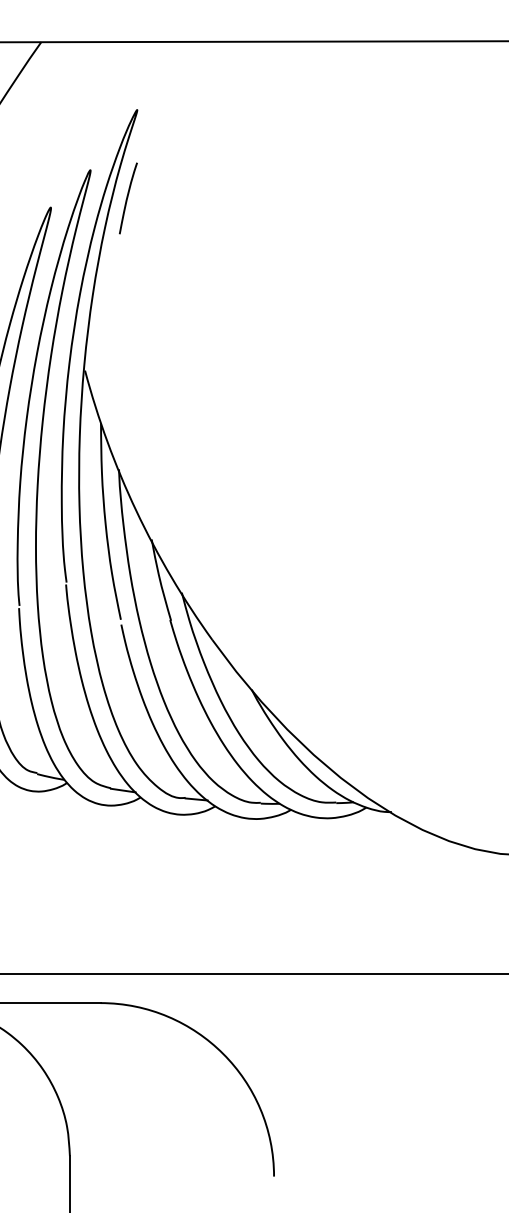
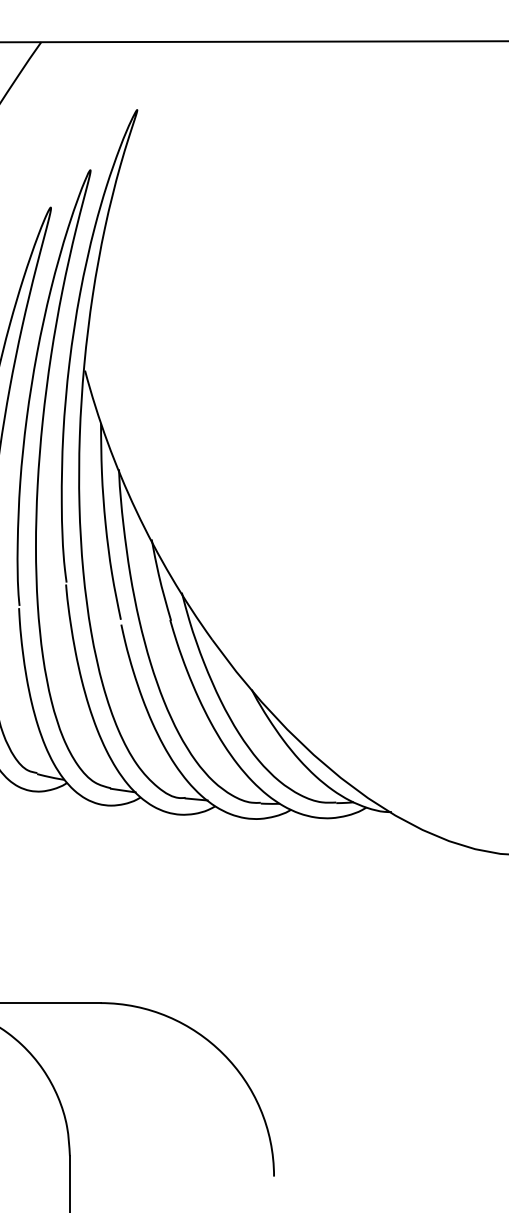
curve at (128, 197): present -> none
line at (253, 973): present -> none
